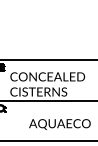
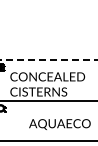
line at (49, 60): solid -> dashed
